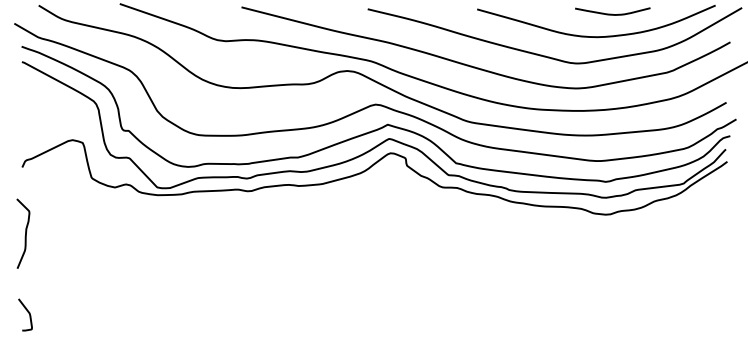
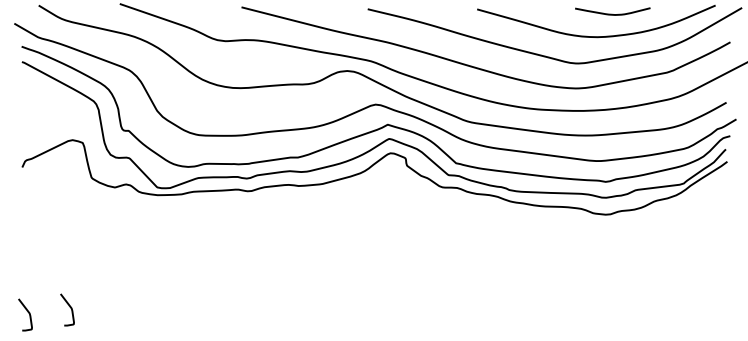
curve at (25, 233): present -> none
curve at (69, 307): none -> present
